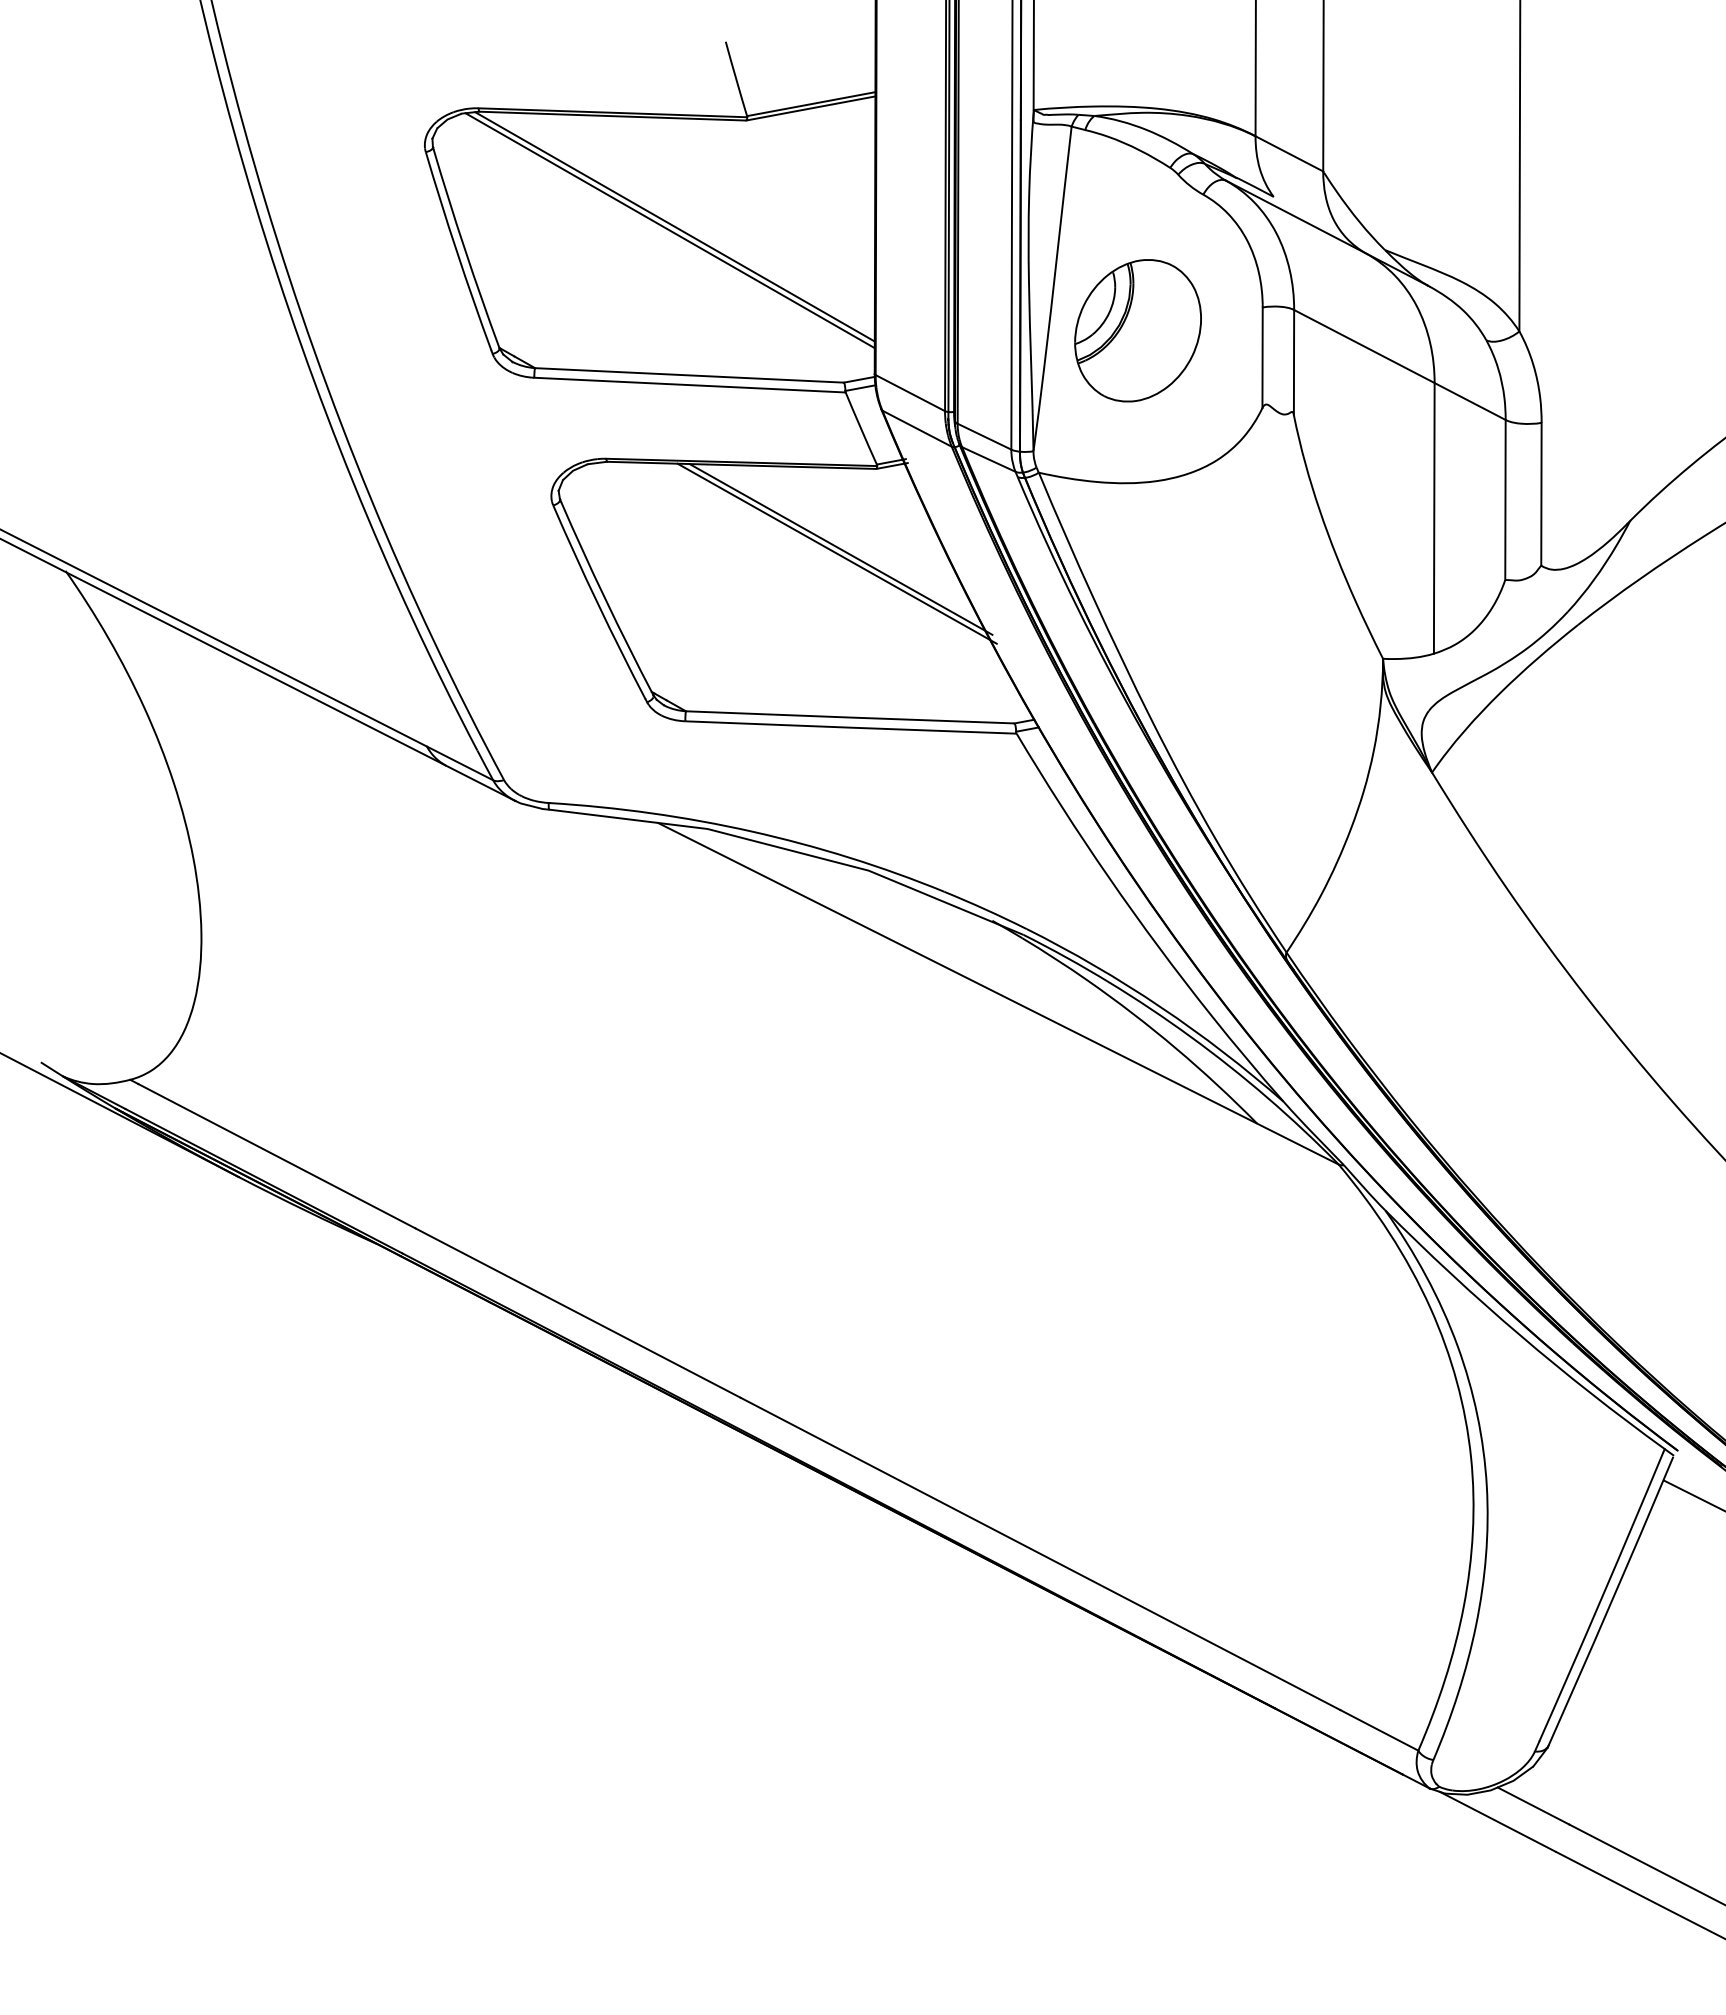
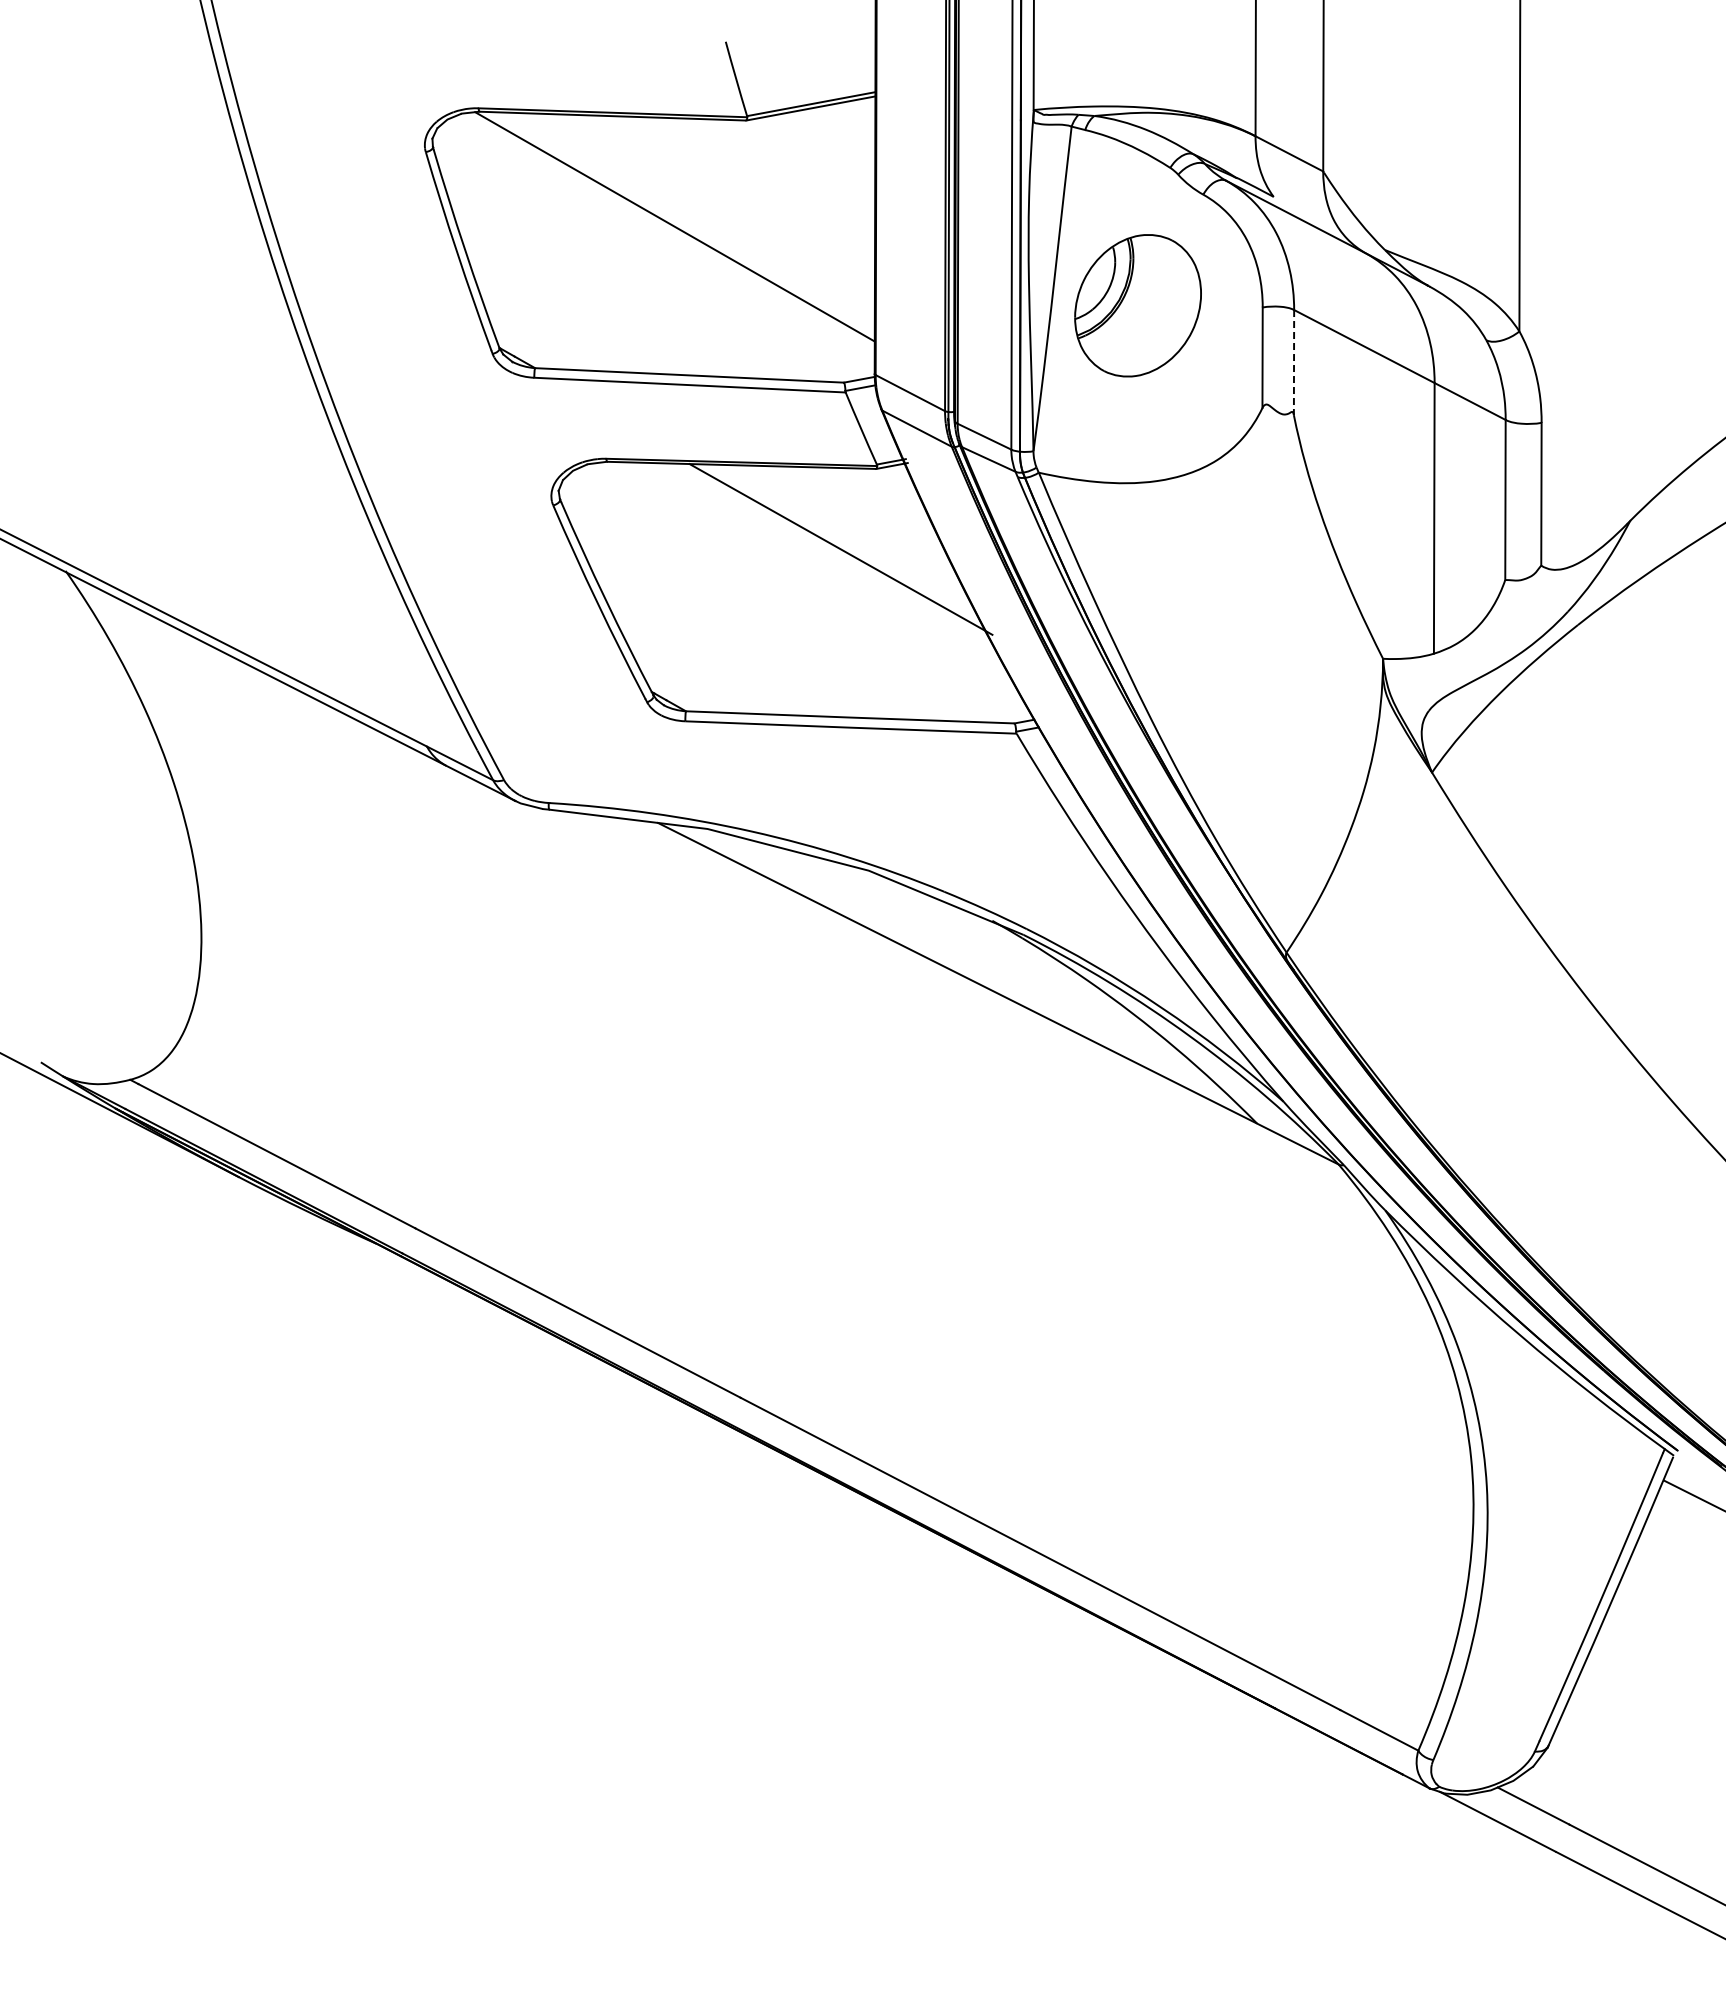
line at (669, 230): present -> none
part at (1137, 330) position: (1137, 330) -> (1137, 305)
line at (1294, 362): solid -> dashed
line at (836, 553): present -> none
